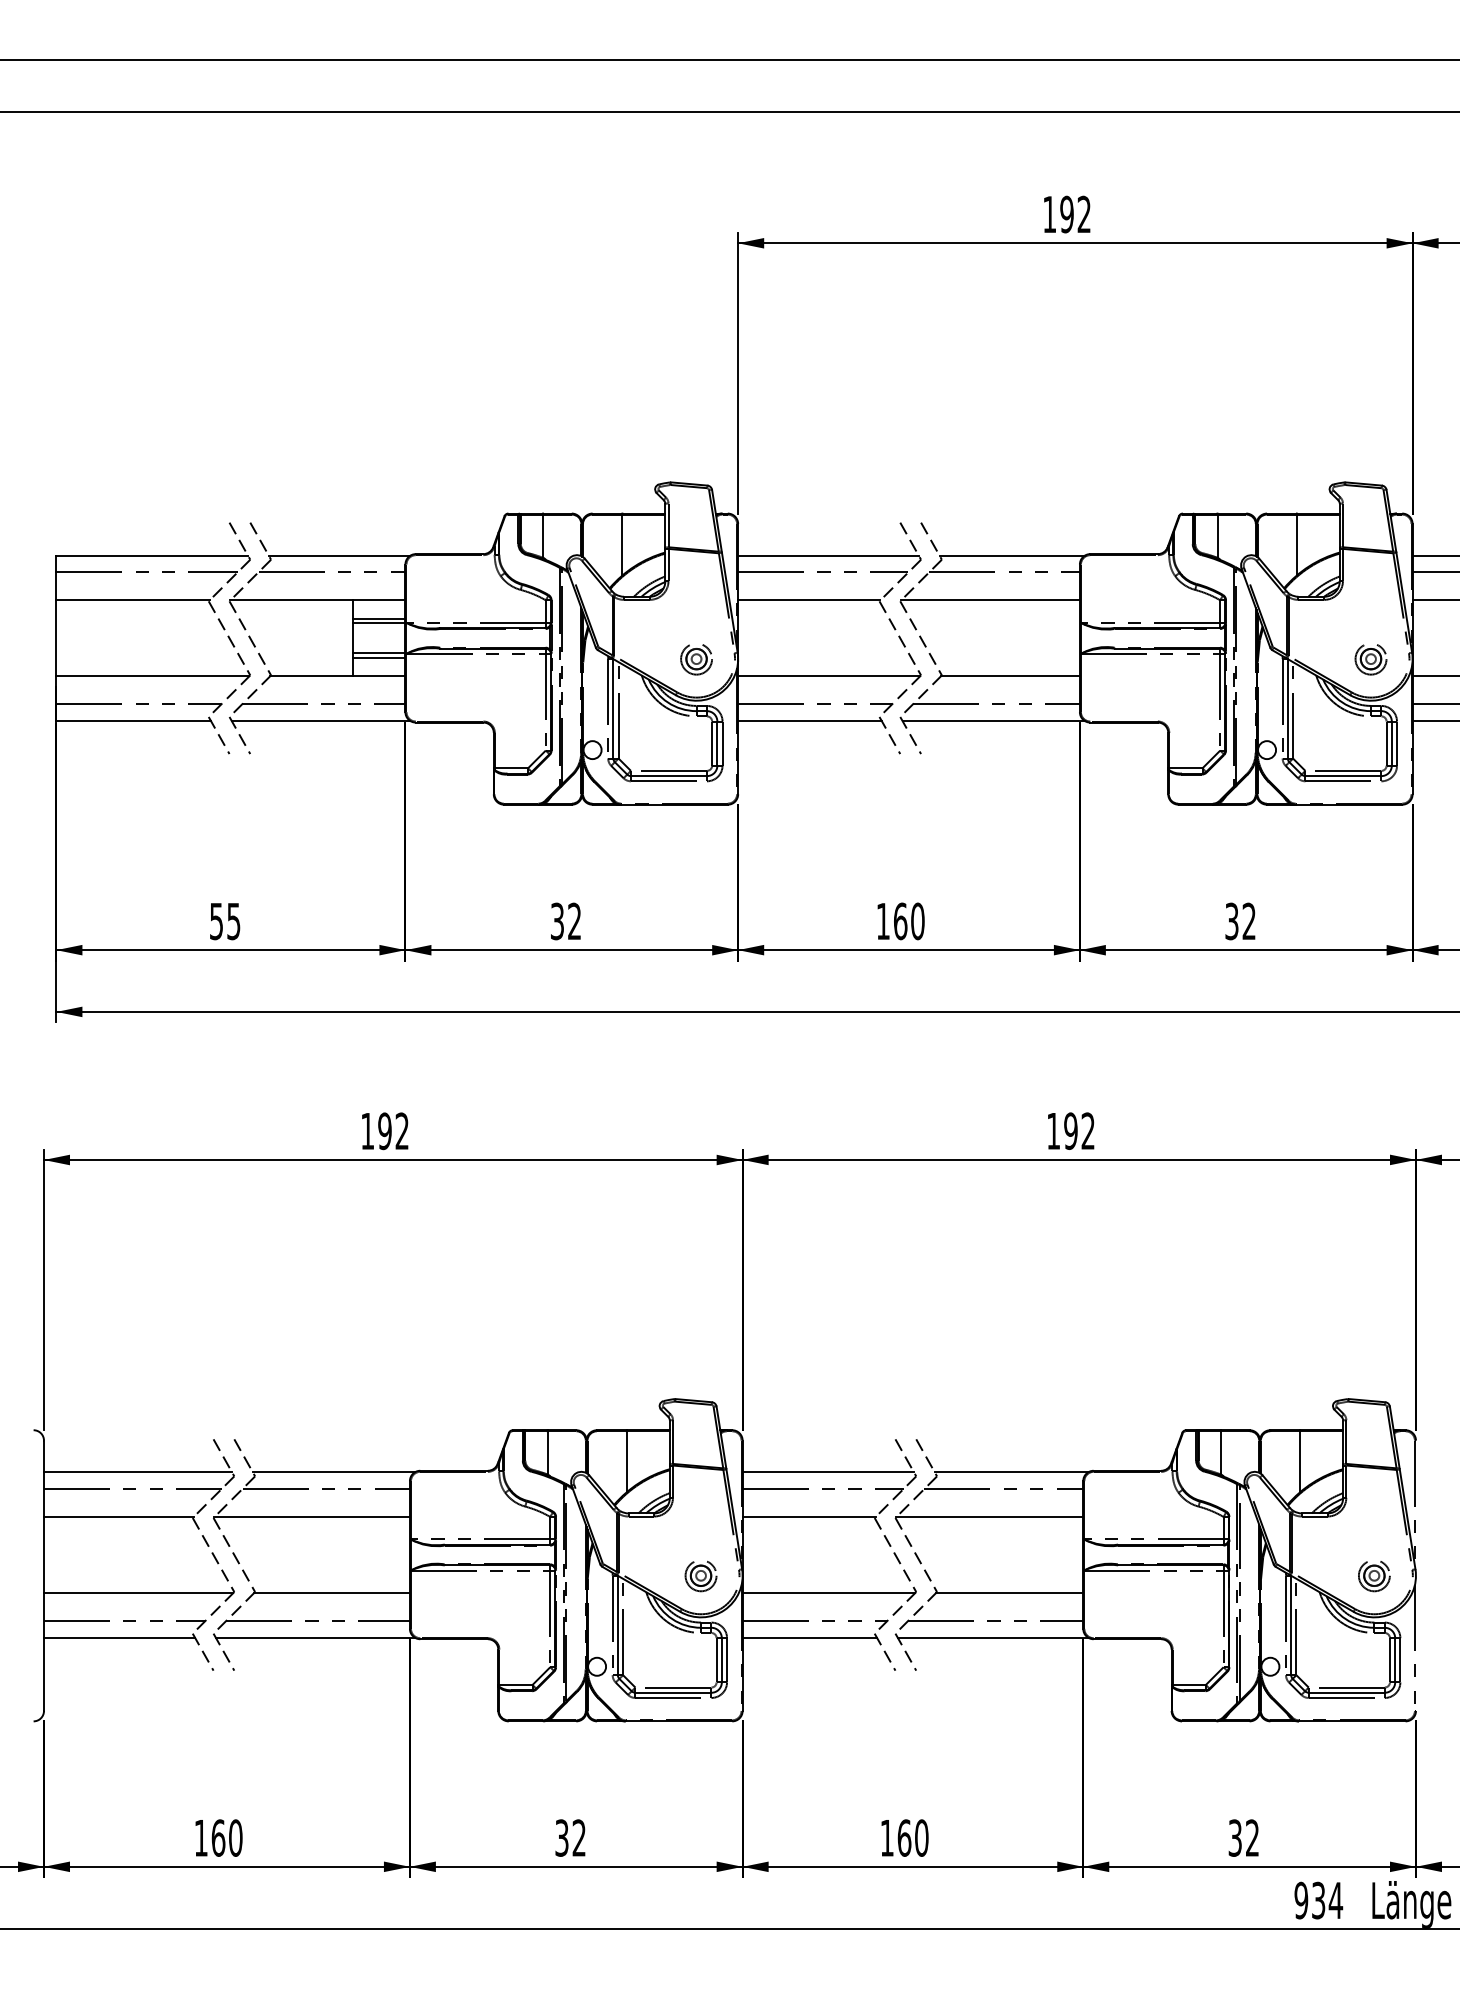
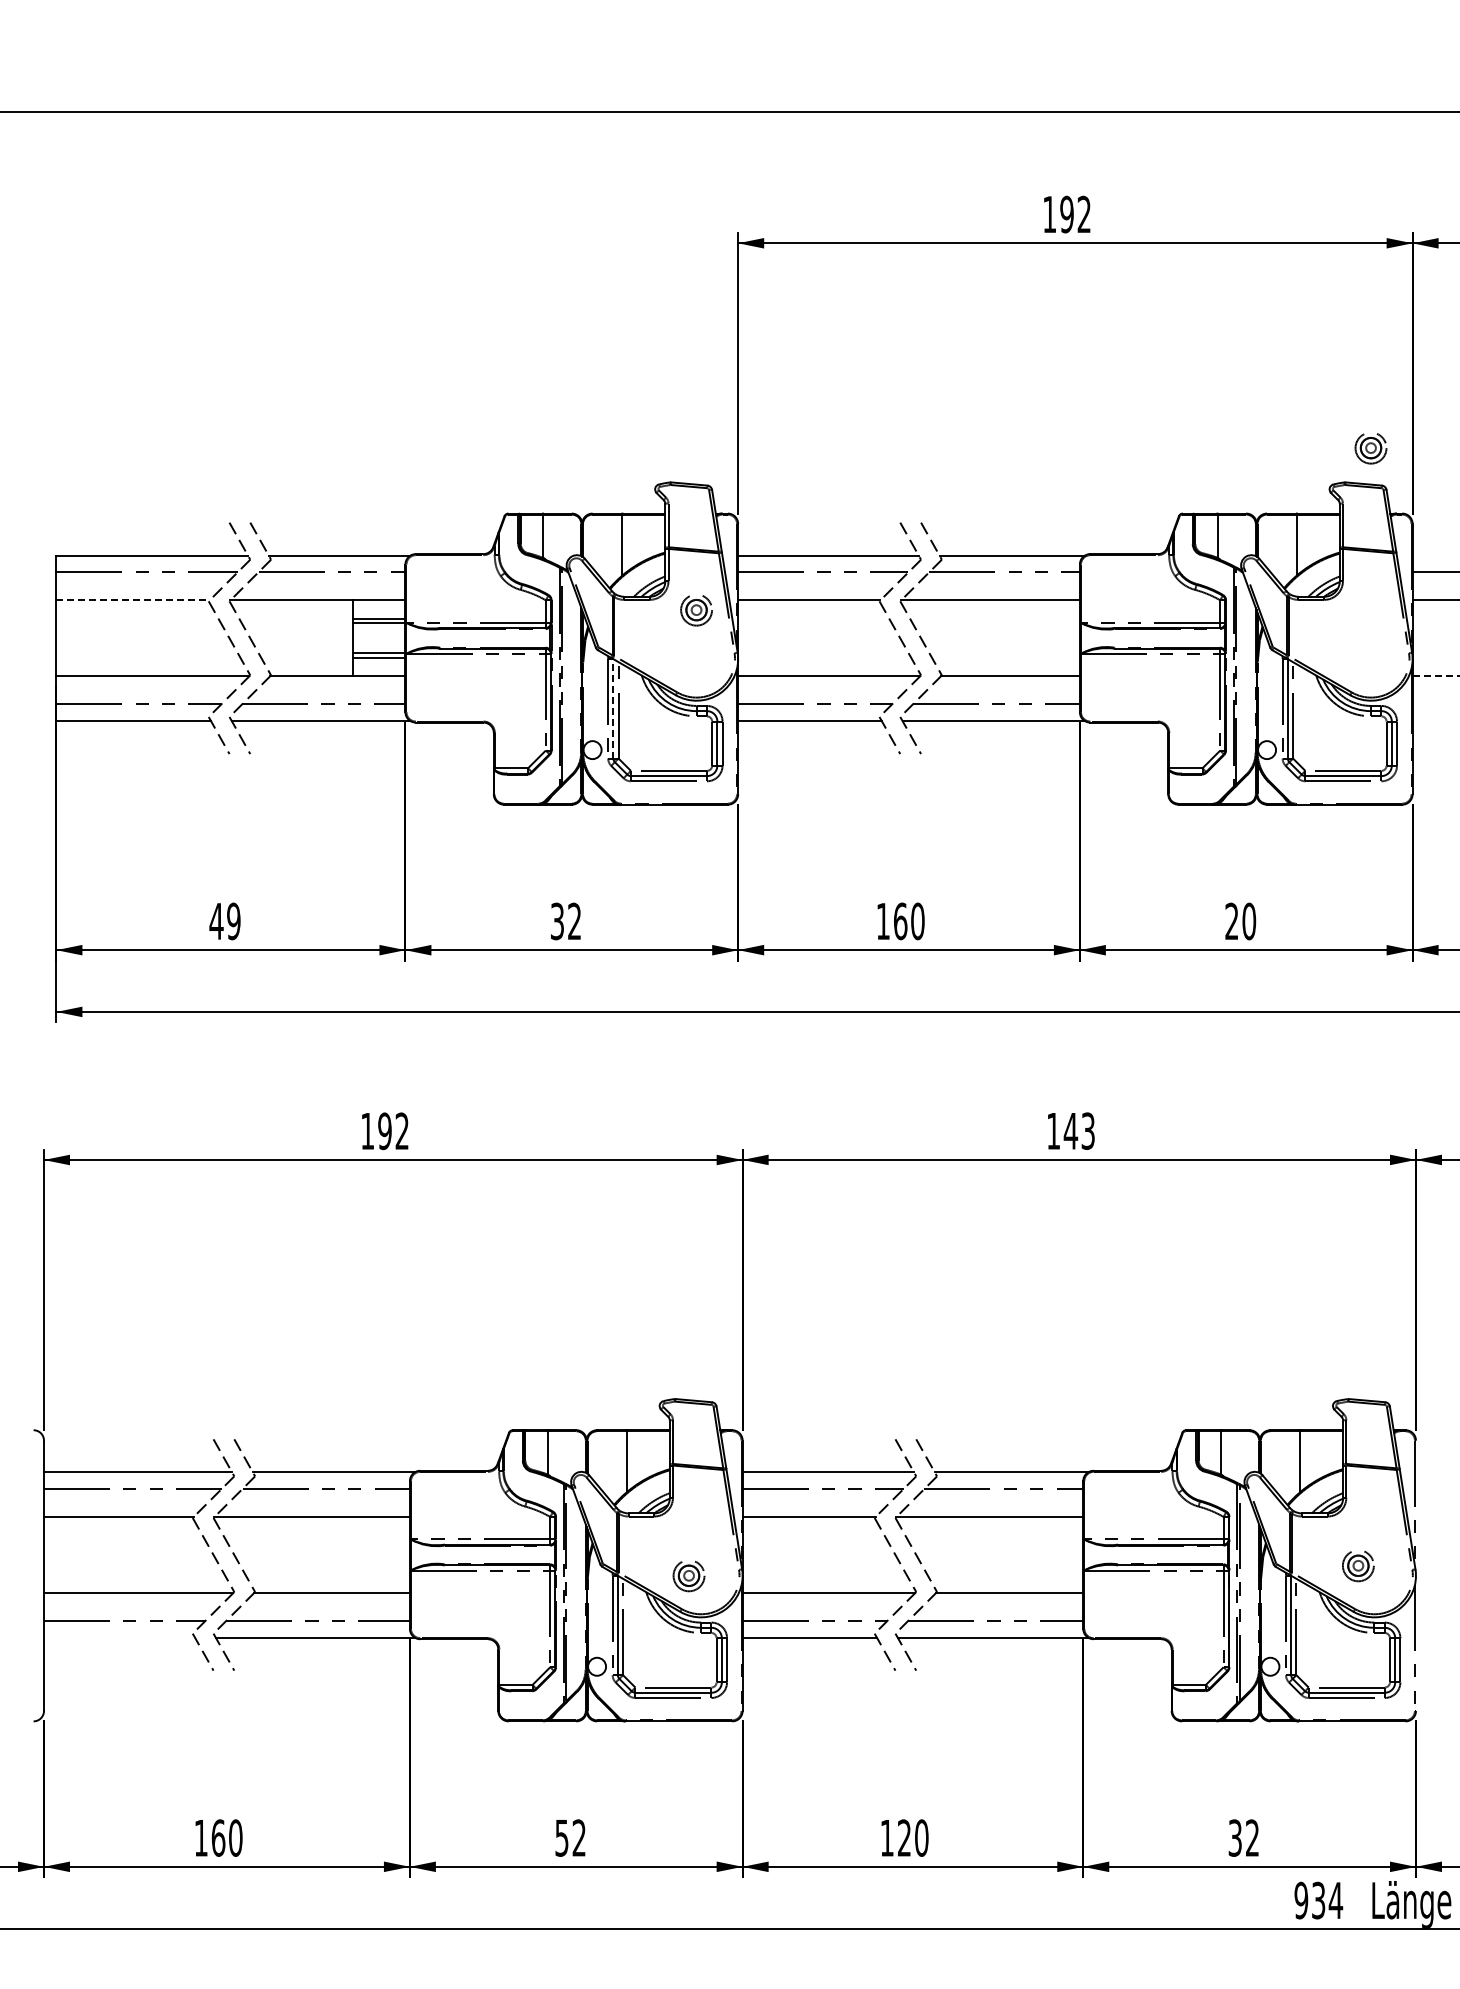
line at (729, 59): present -> none
line at (1434, 555): present -> none
line at (133, 600): solid -> dashed
part at (696, 659) position: (696, 659) -> (696, 610)
part at (1370, 659) position: (1370, 659) -> (1370, 448)
line at (1436, 676): solid -> dashed
line at (1434, 704): present -> none
line at (613, 708): solid -> dashed
line at (1434, 721): present -> none
text at (224, 921): 55 -> 49
text at (1240, 921): 32 -> 20
text at (1078, 1130): 192 -> 143
part at (700, 1576) position: (700, 1576) -> (688, 1576)
part at (1374, 1576) position: (1374, 1576) -> (1358, 1566)
line at (119, 1637): present -> none
text at (562, 1837): 32 -> 52
text at (904, 1837): 160 -> 120
